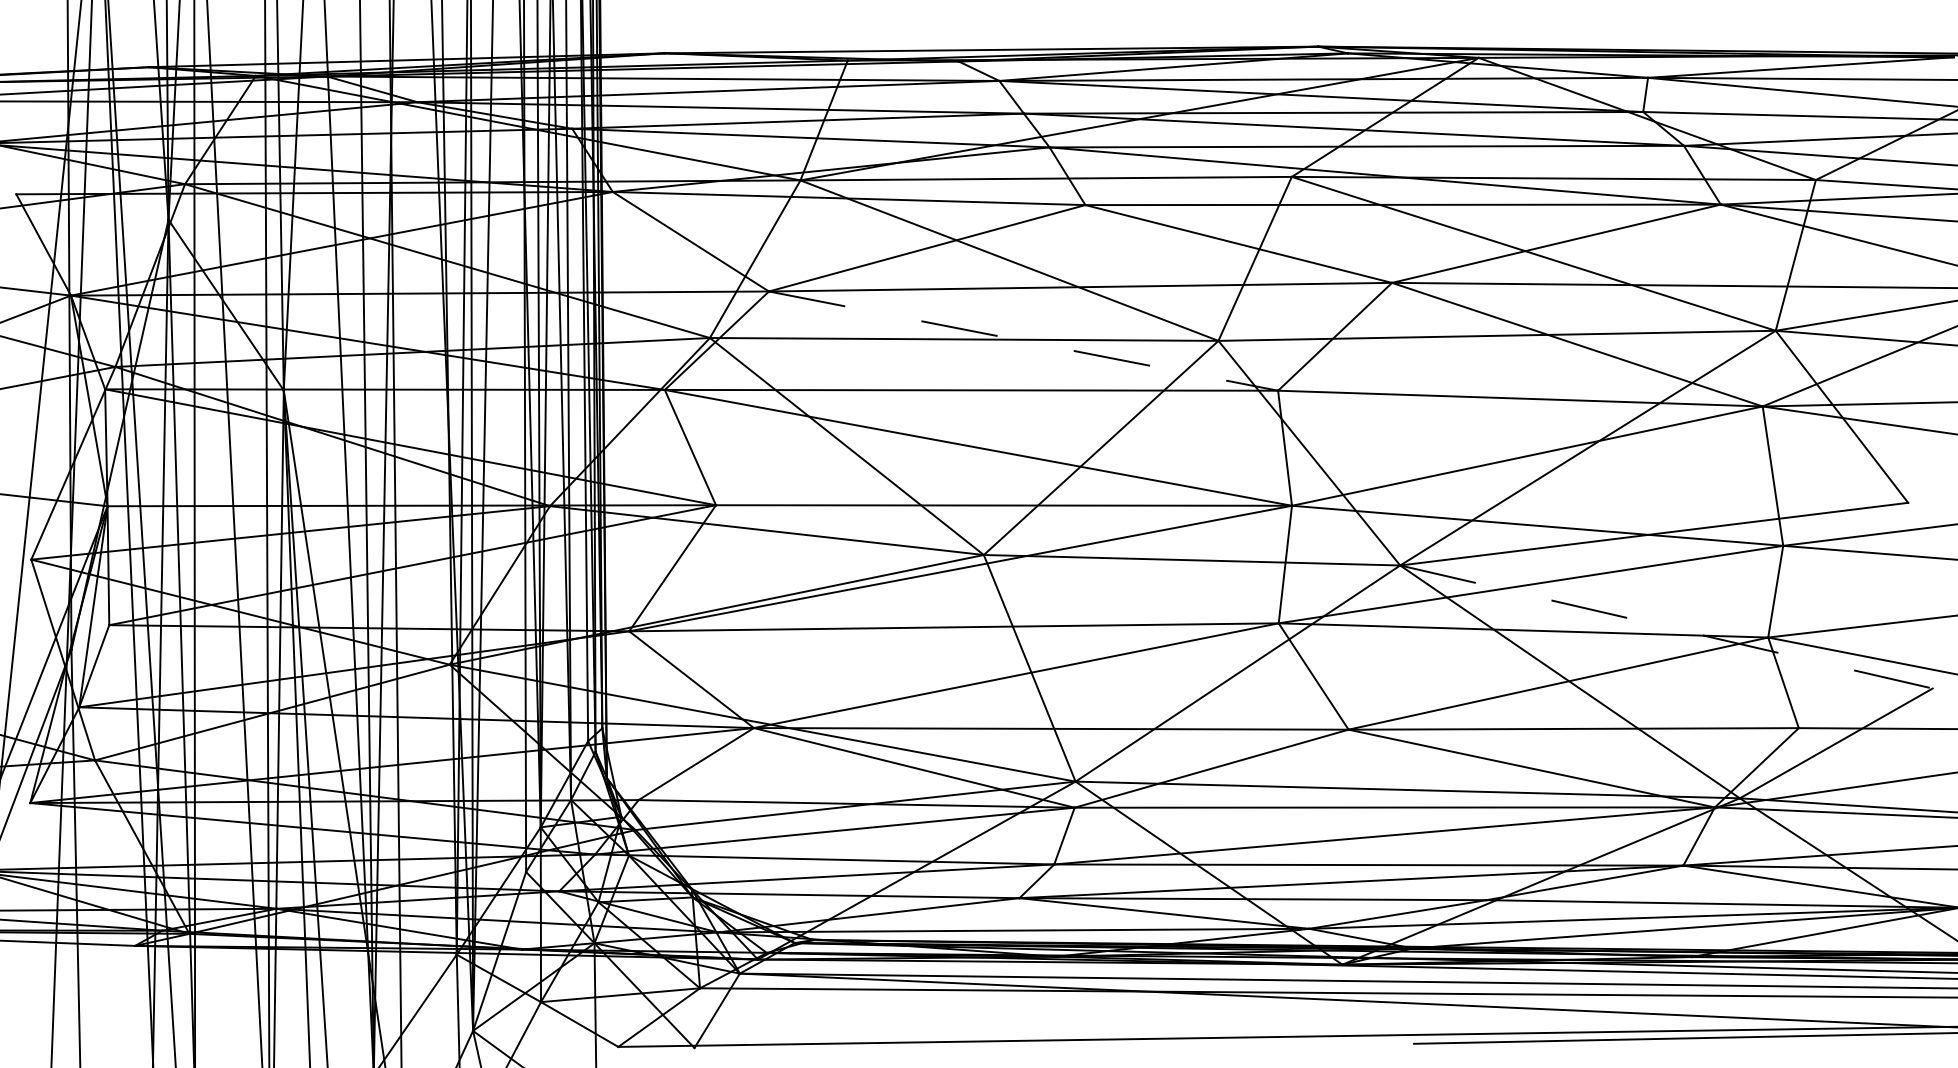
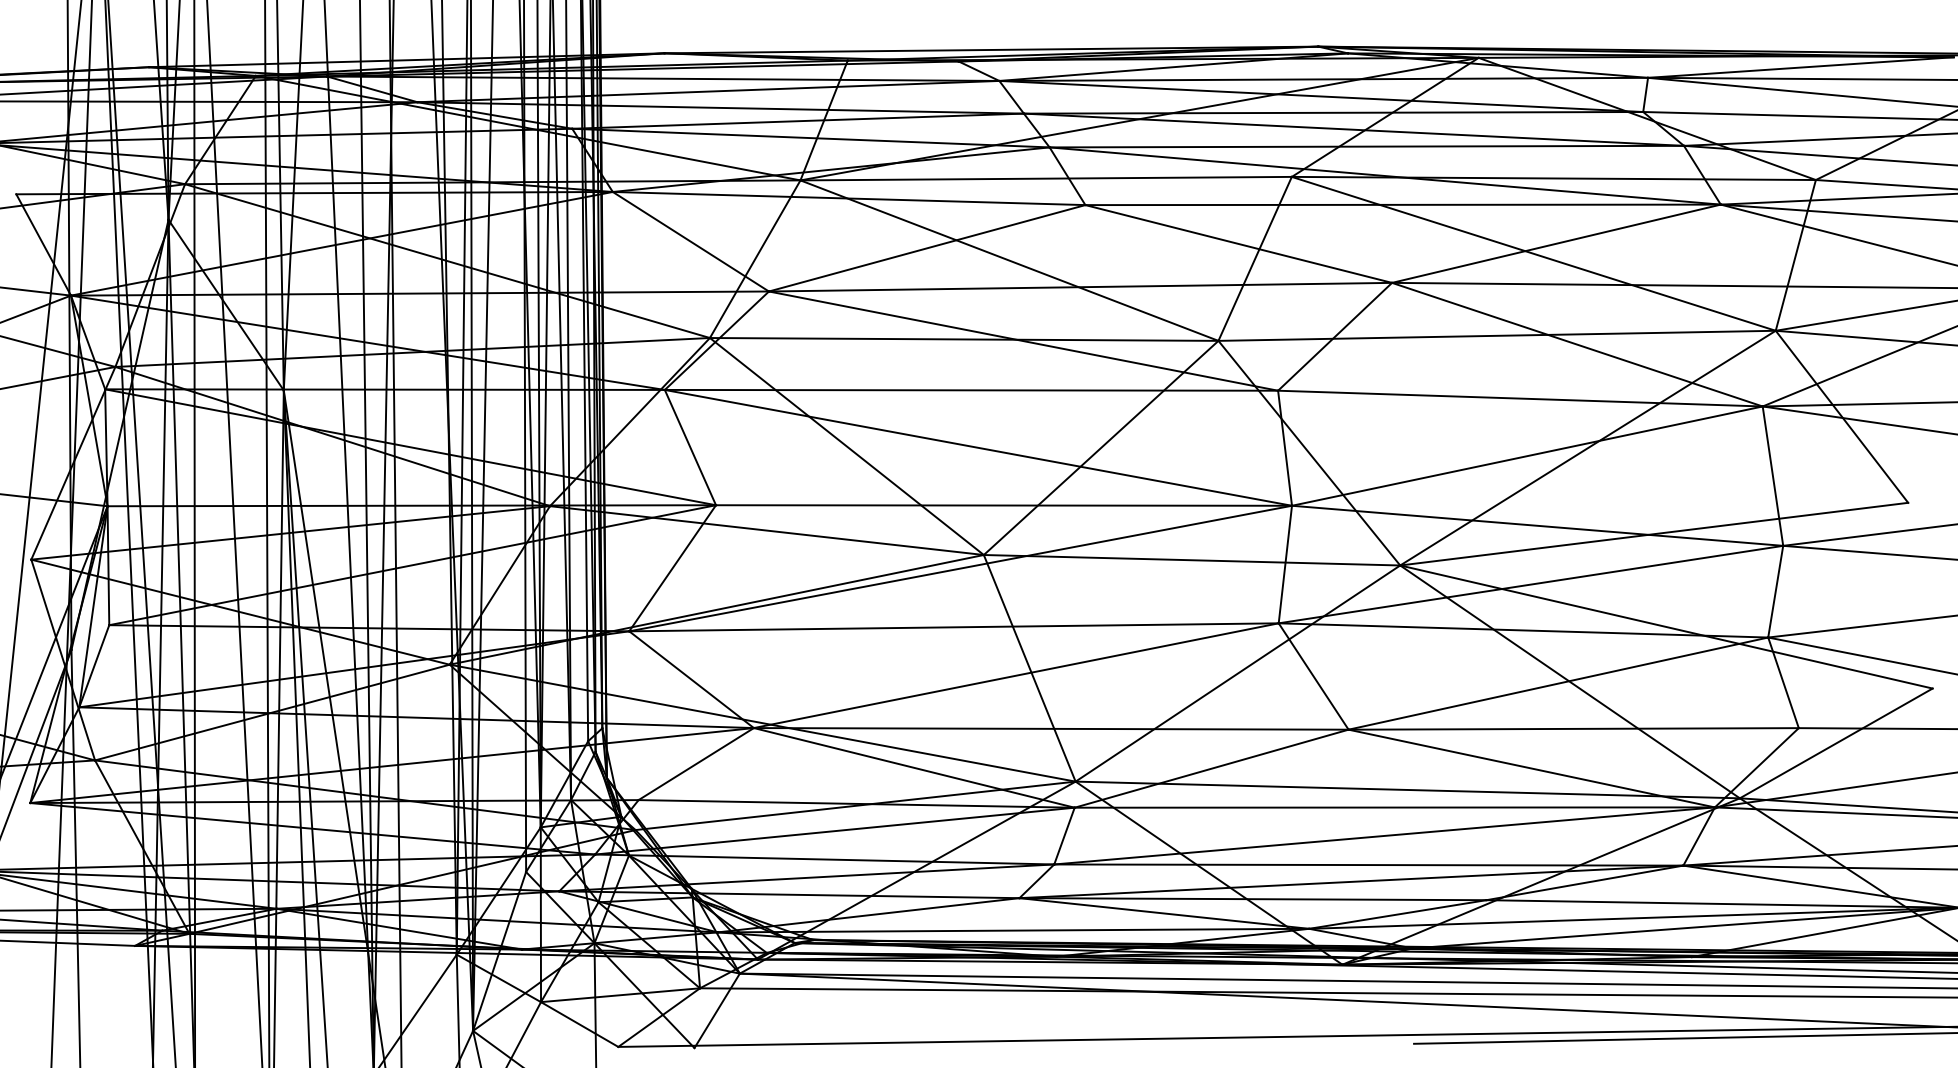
line at (1024, 341): dashed -> solid
line at (1666, 627): dashed -> solid
